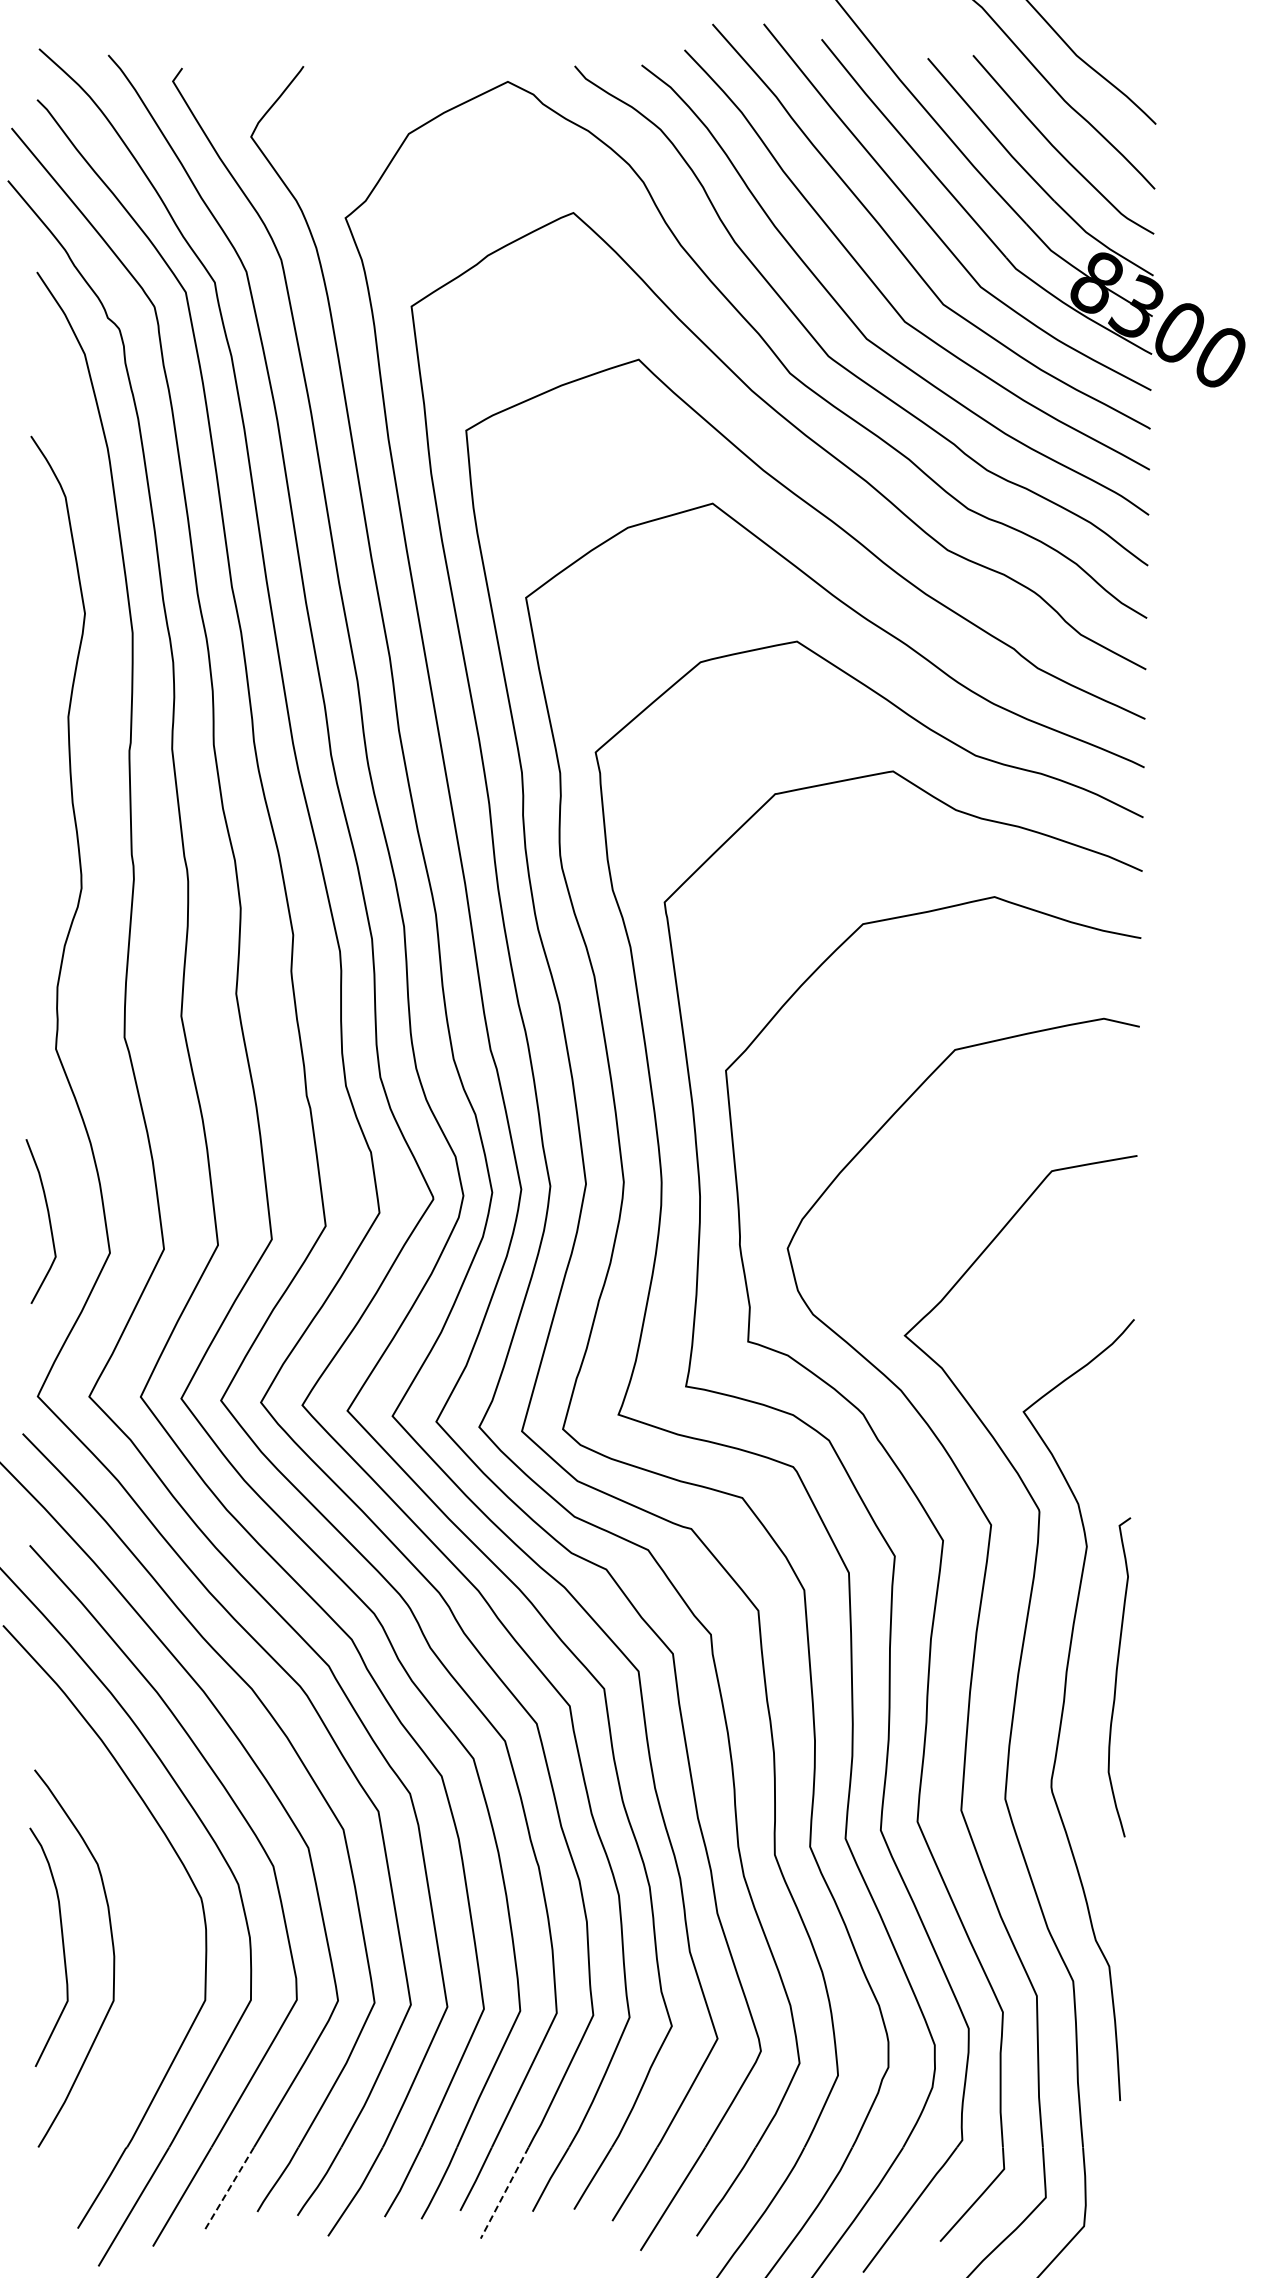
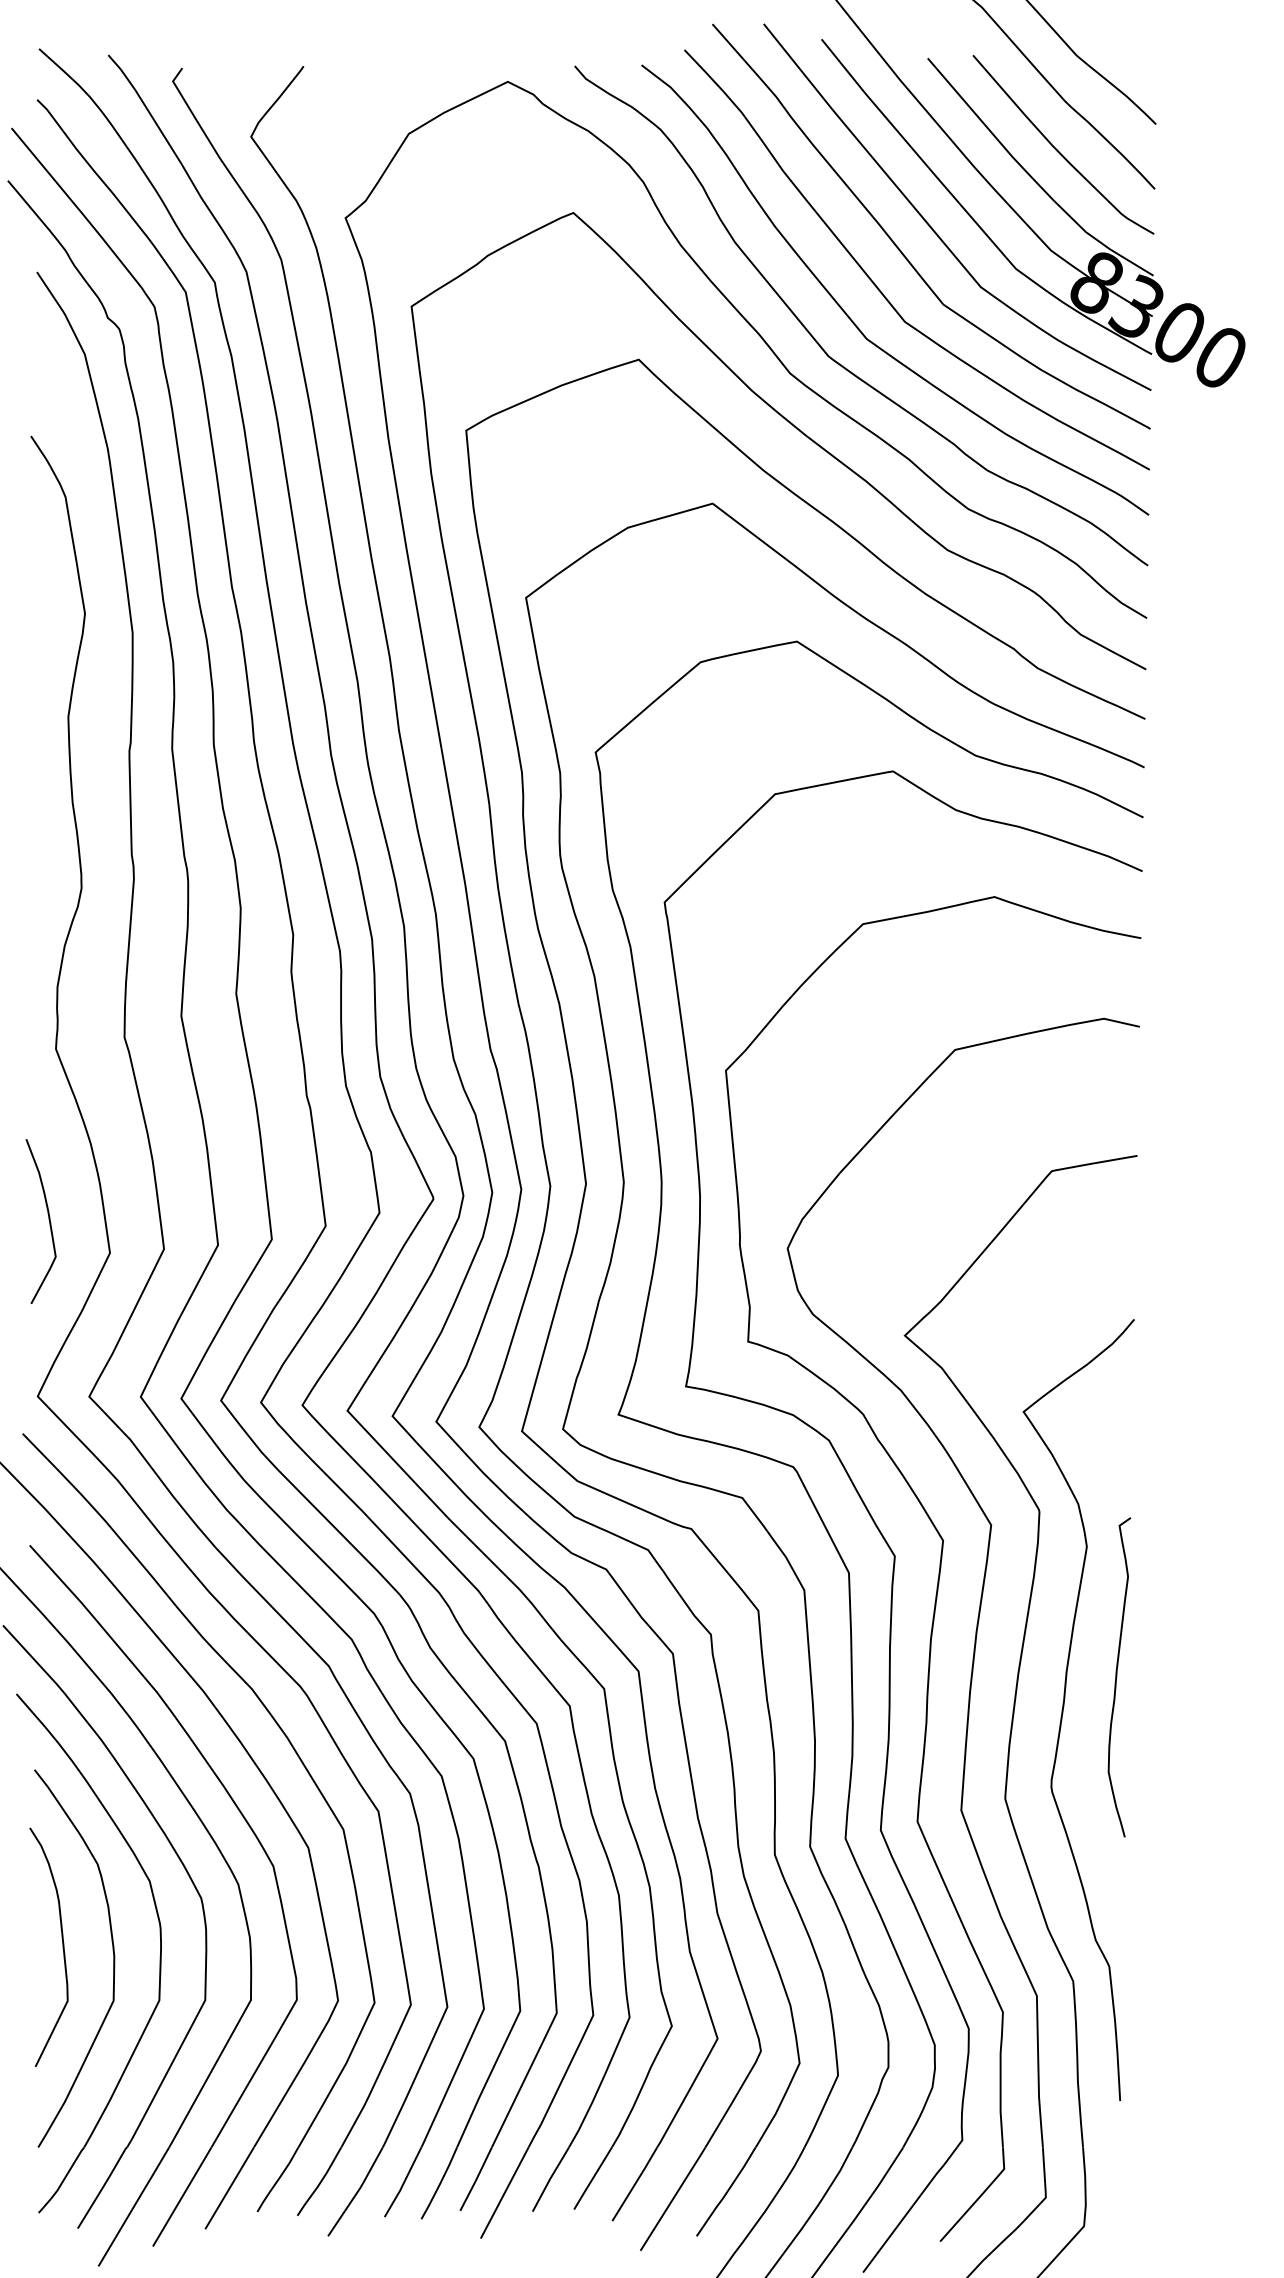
part at (159, 1956): none -> present
line at (229, 2188): dashed -> solid
line at (504, 2193): dashed -> solid
